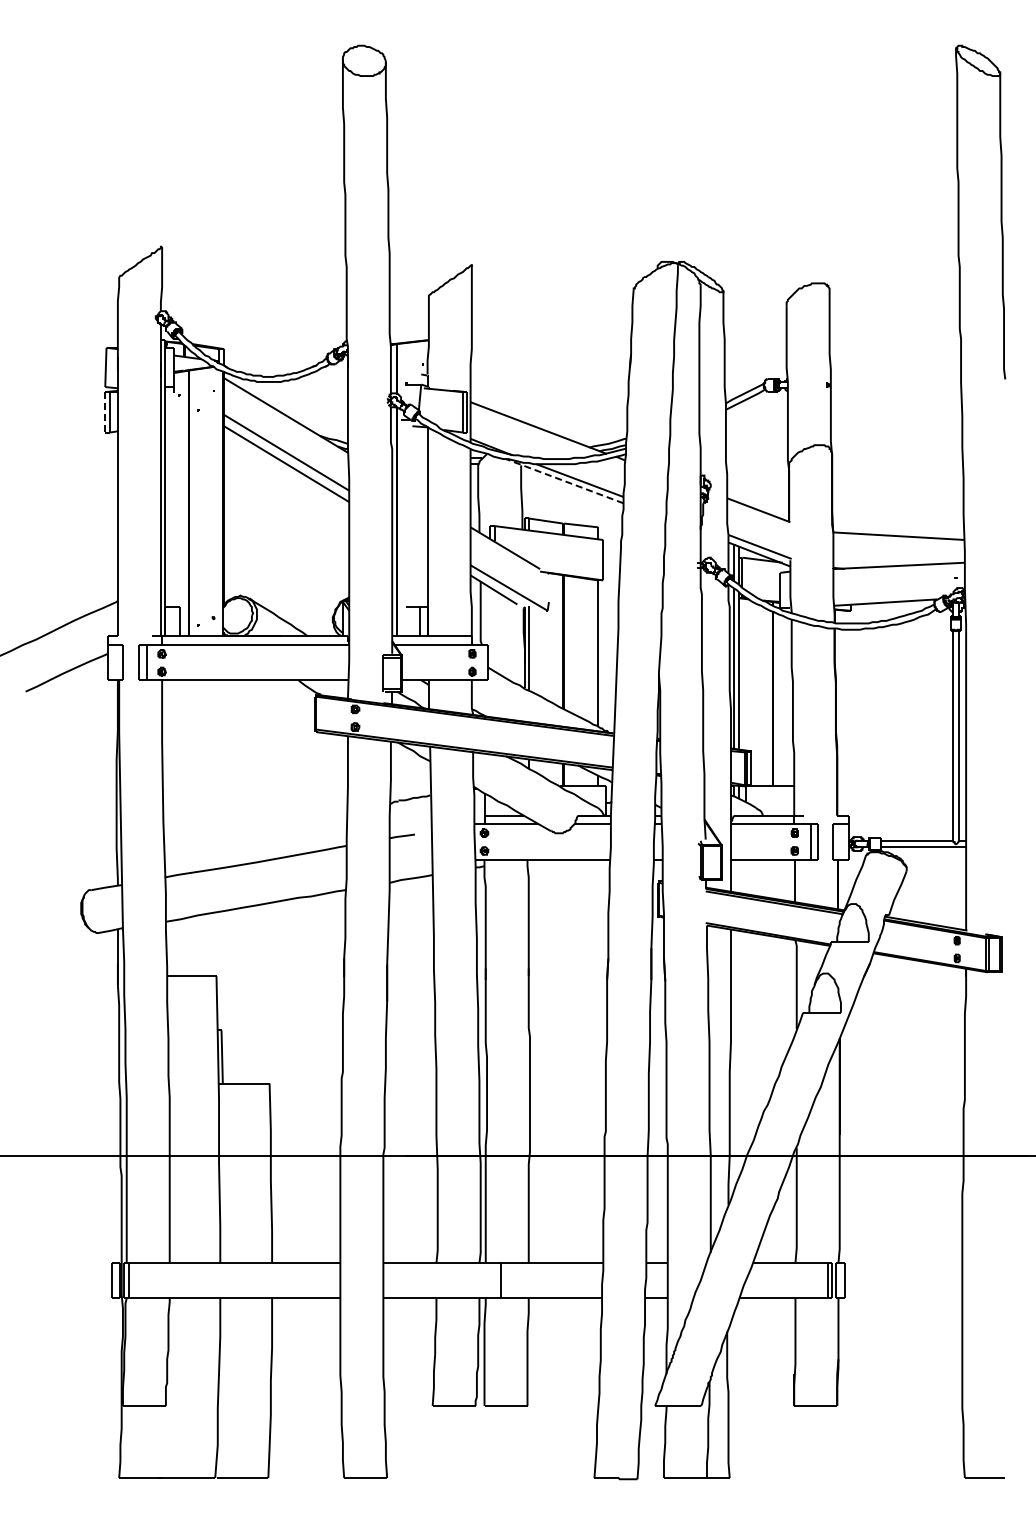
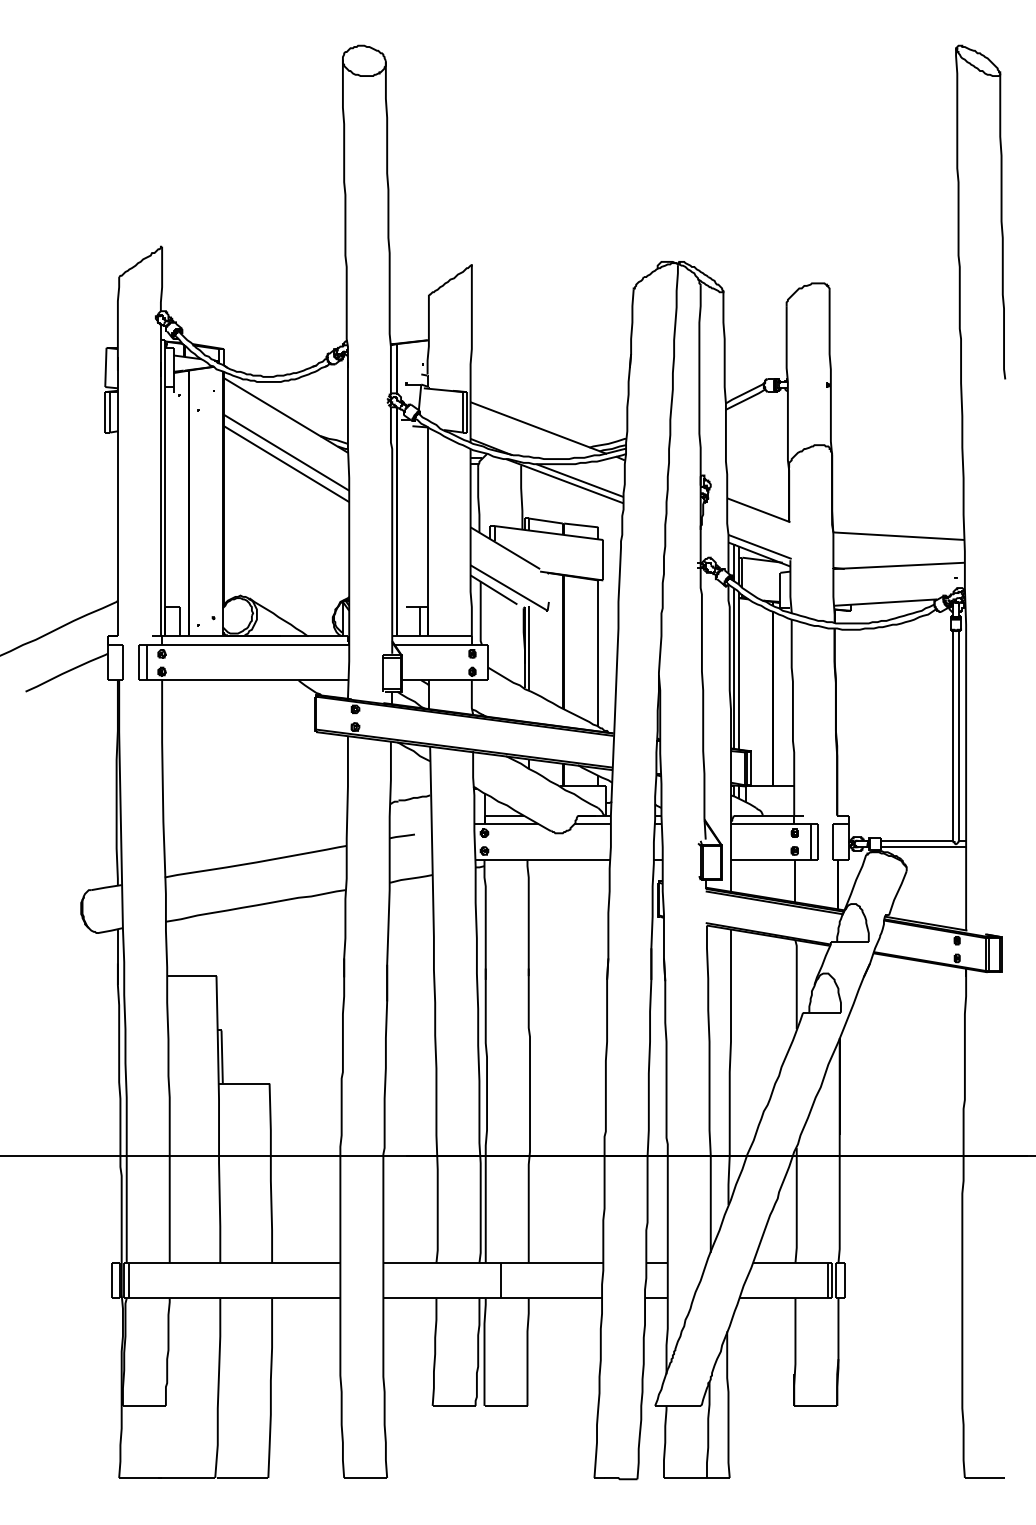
line at (105, 412): dashed -> solid
line at (564, 481): dashed -> solid
